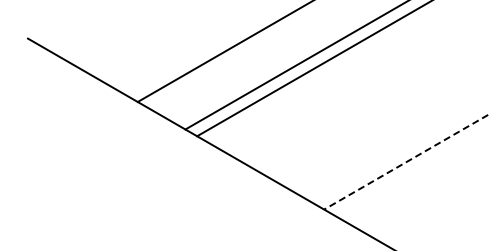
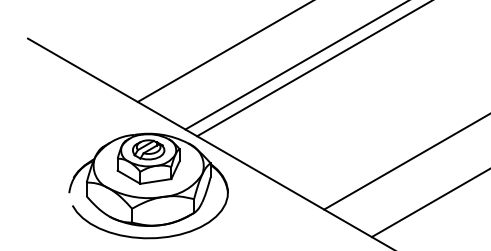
line at (407, 161): dashed -> solid
part at (148, 185): none -> present
line at (429, 203): none -> present
